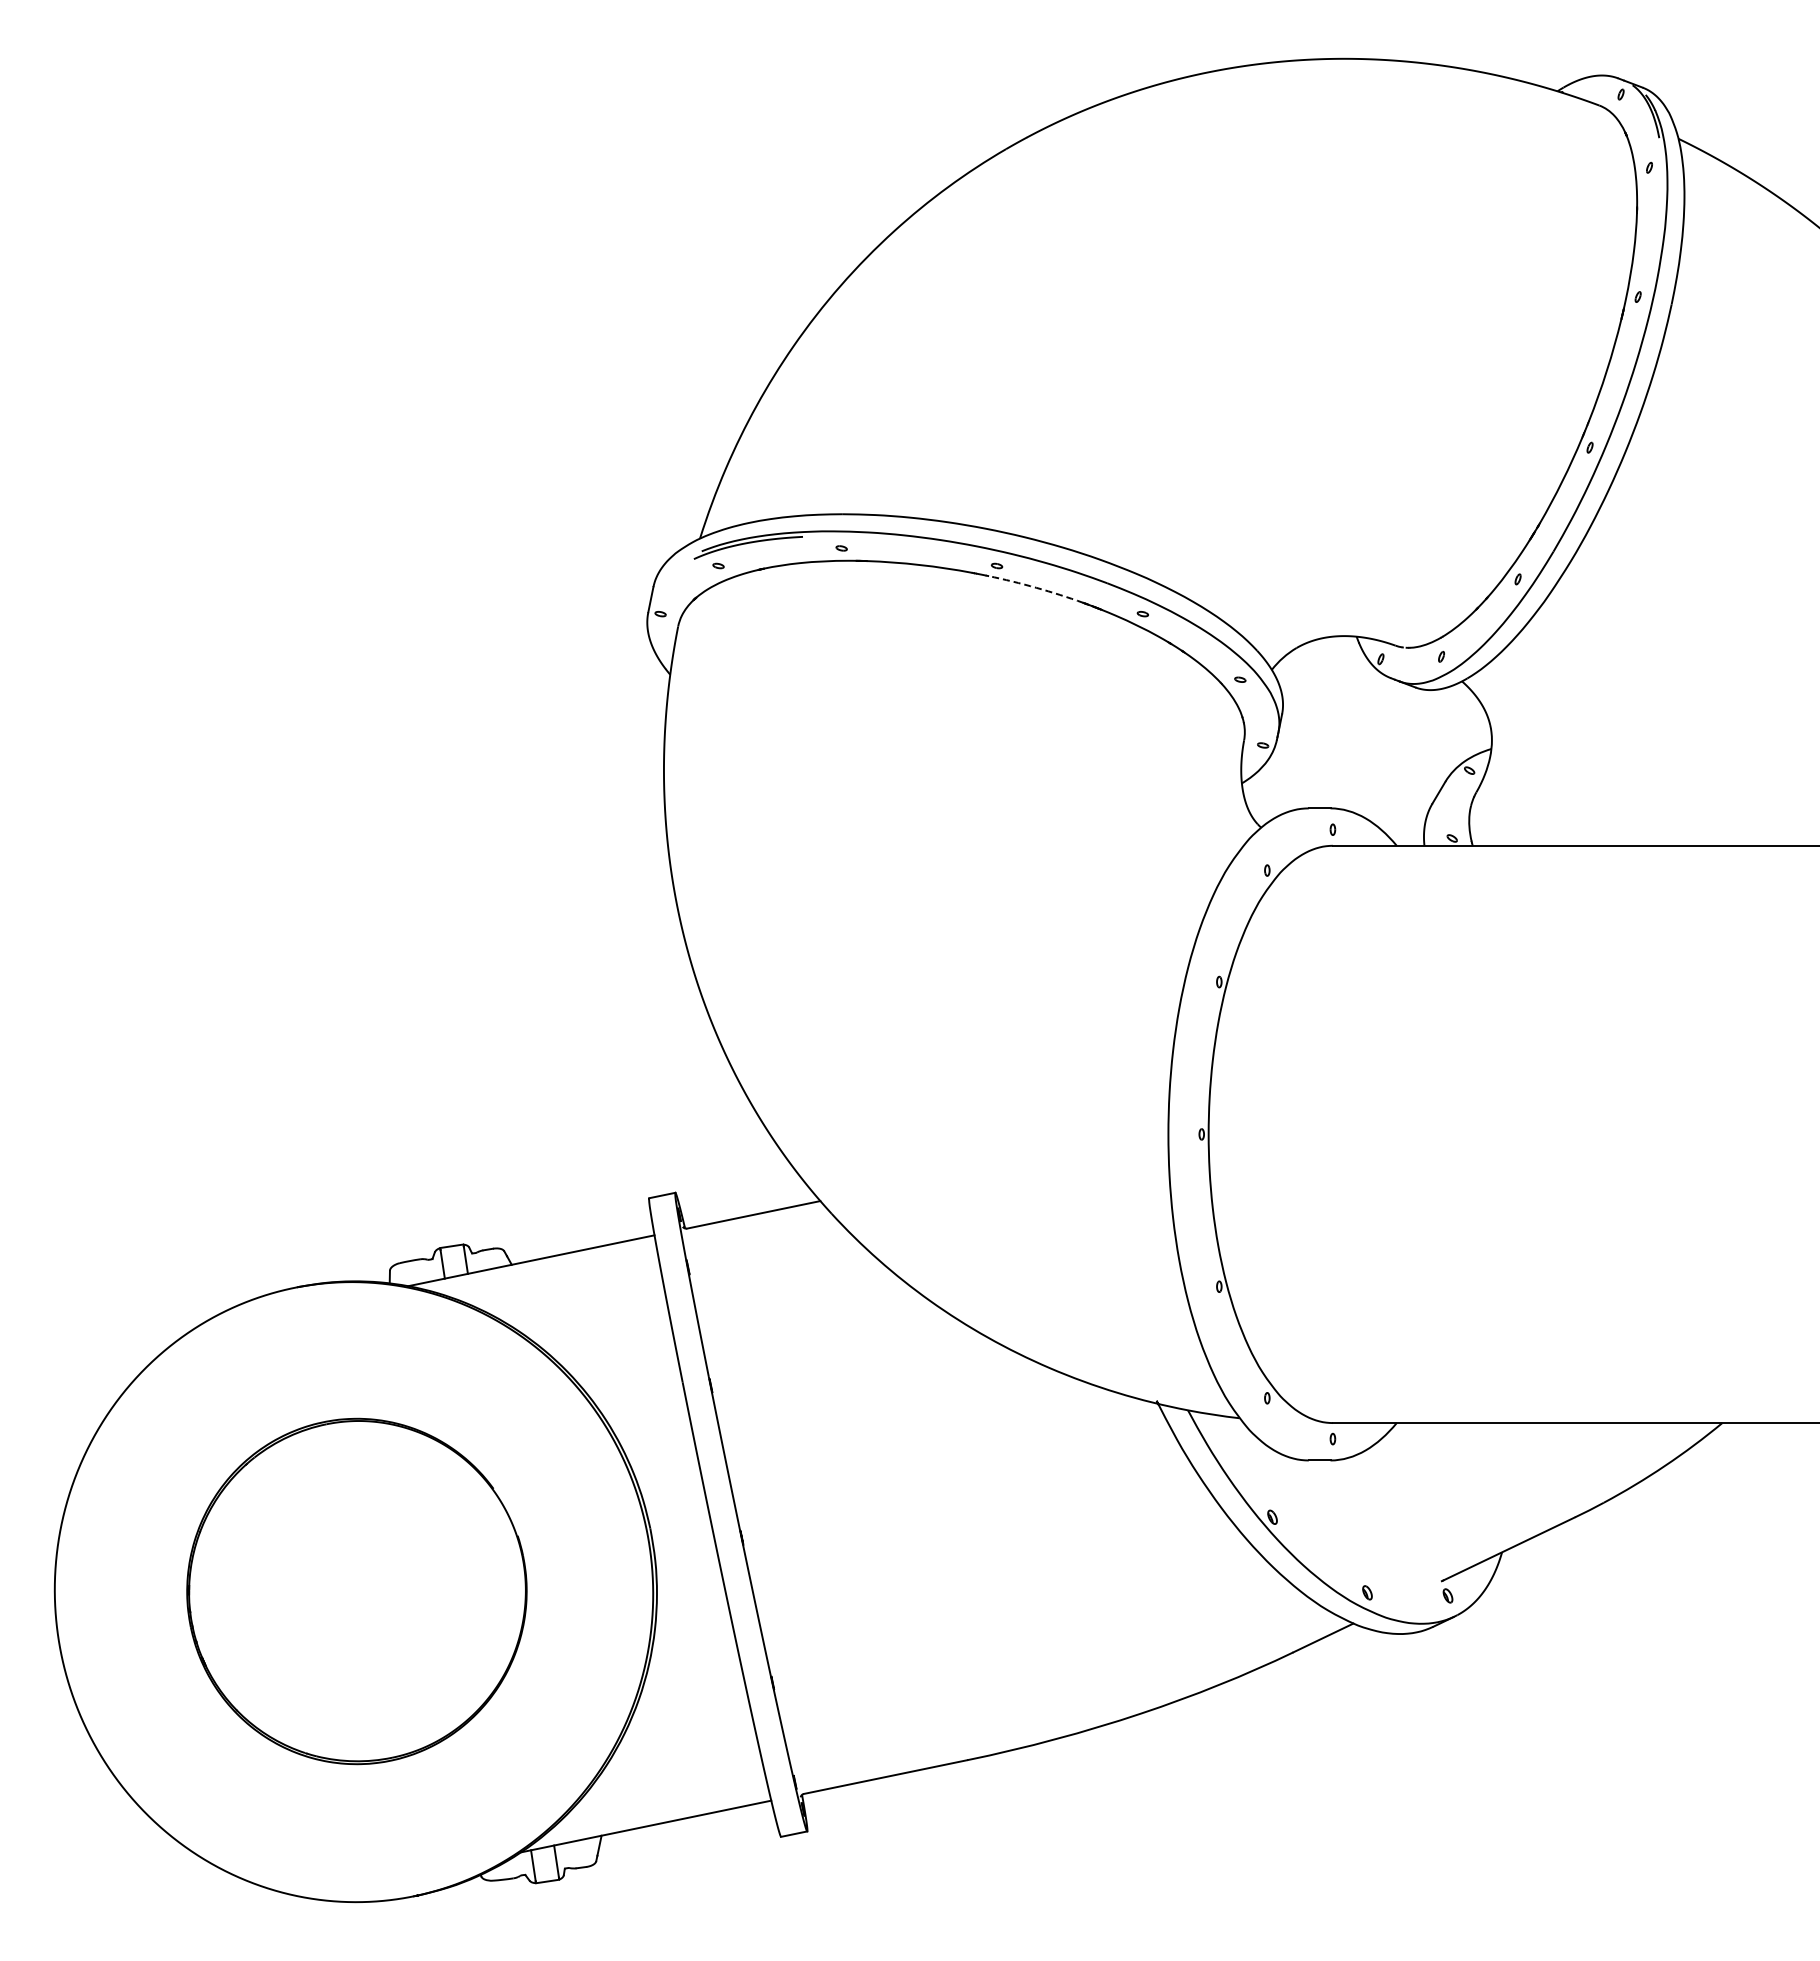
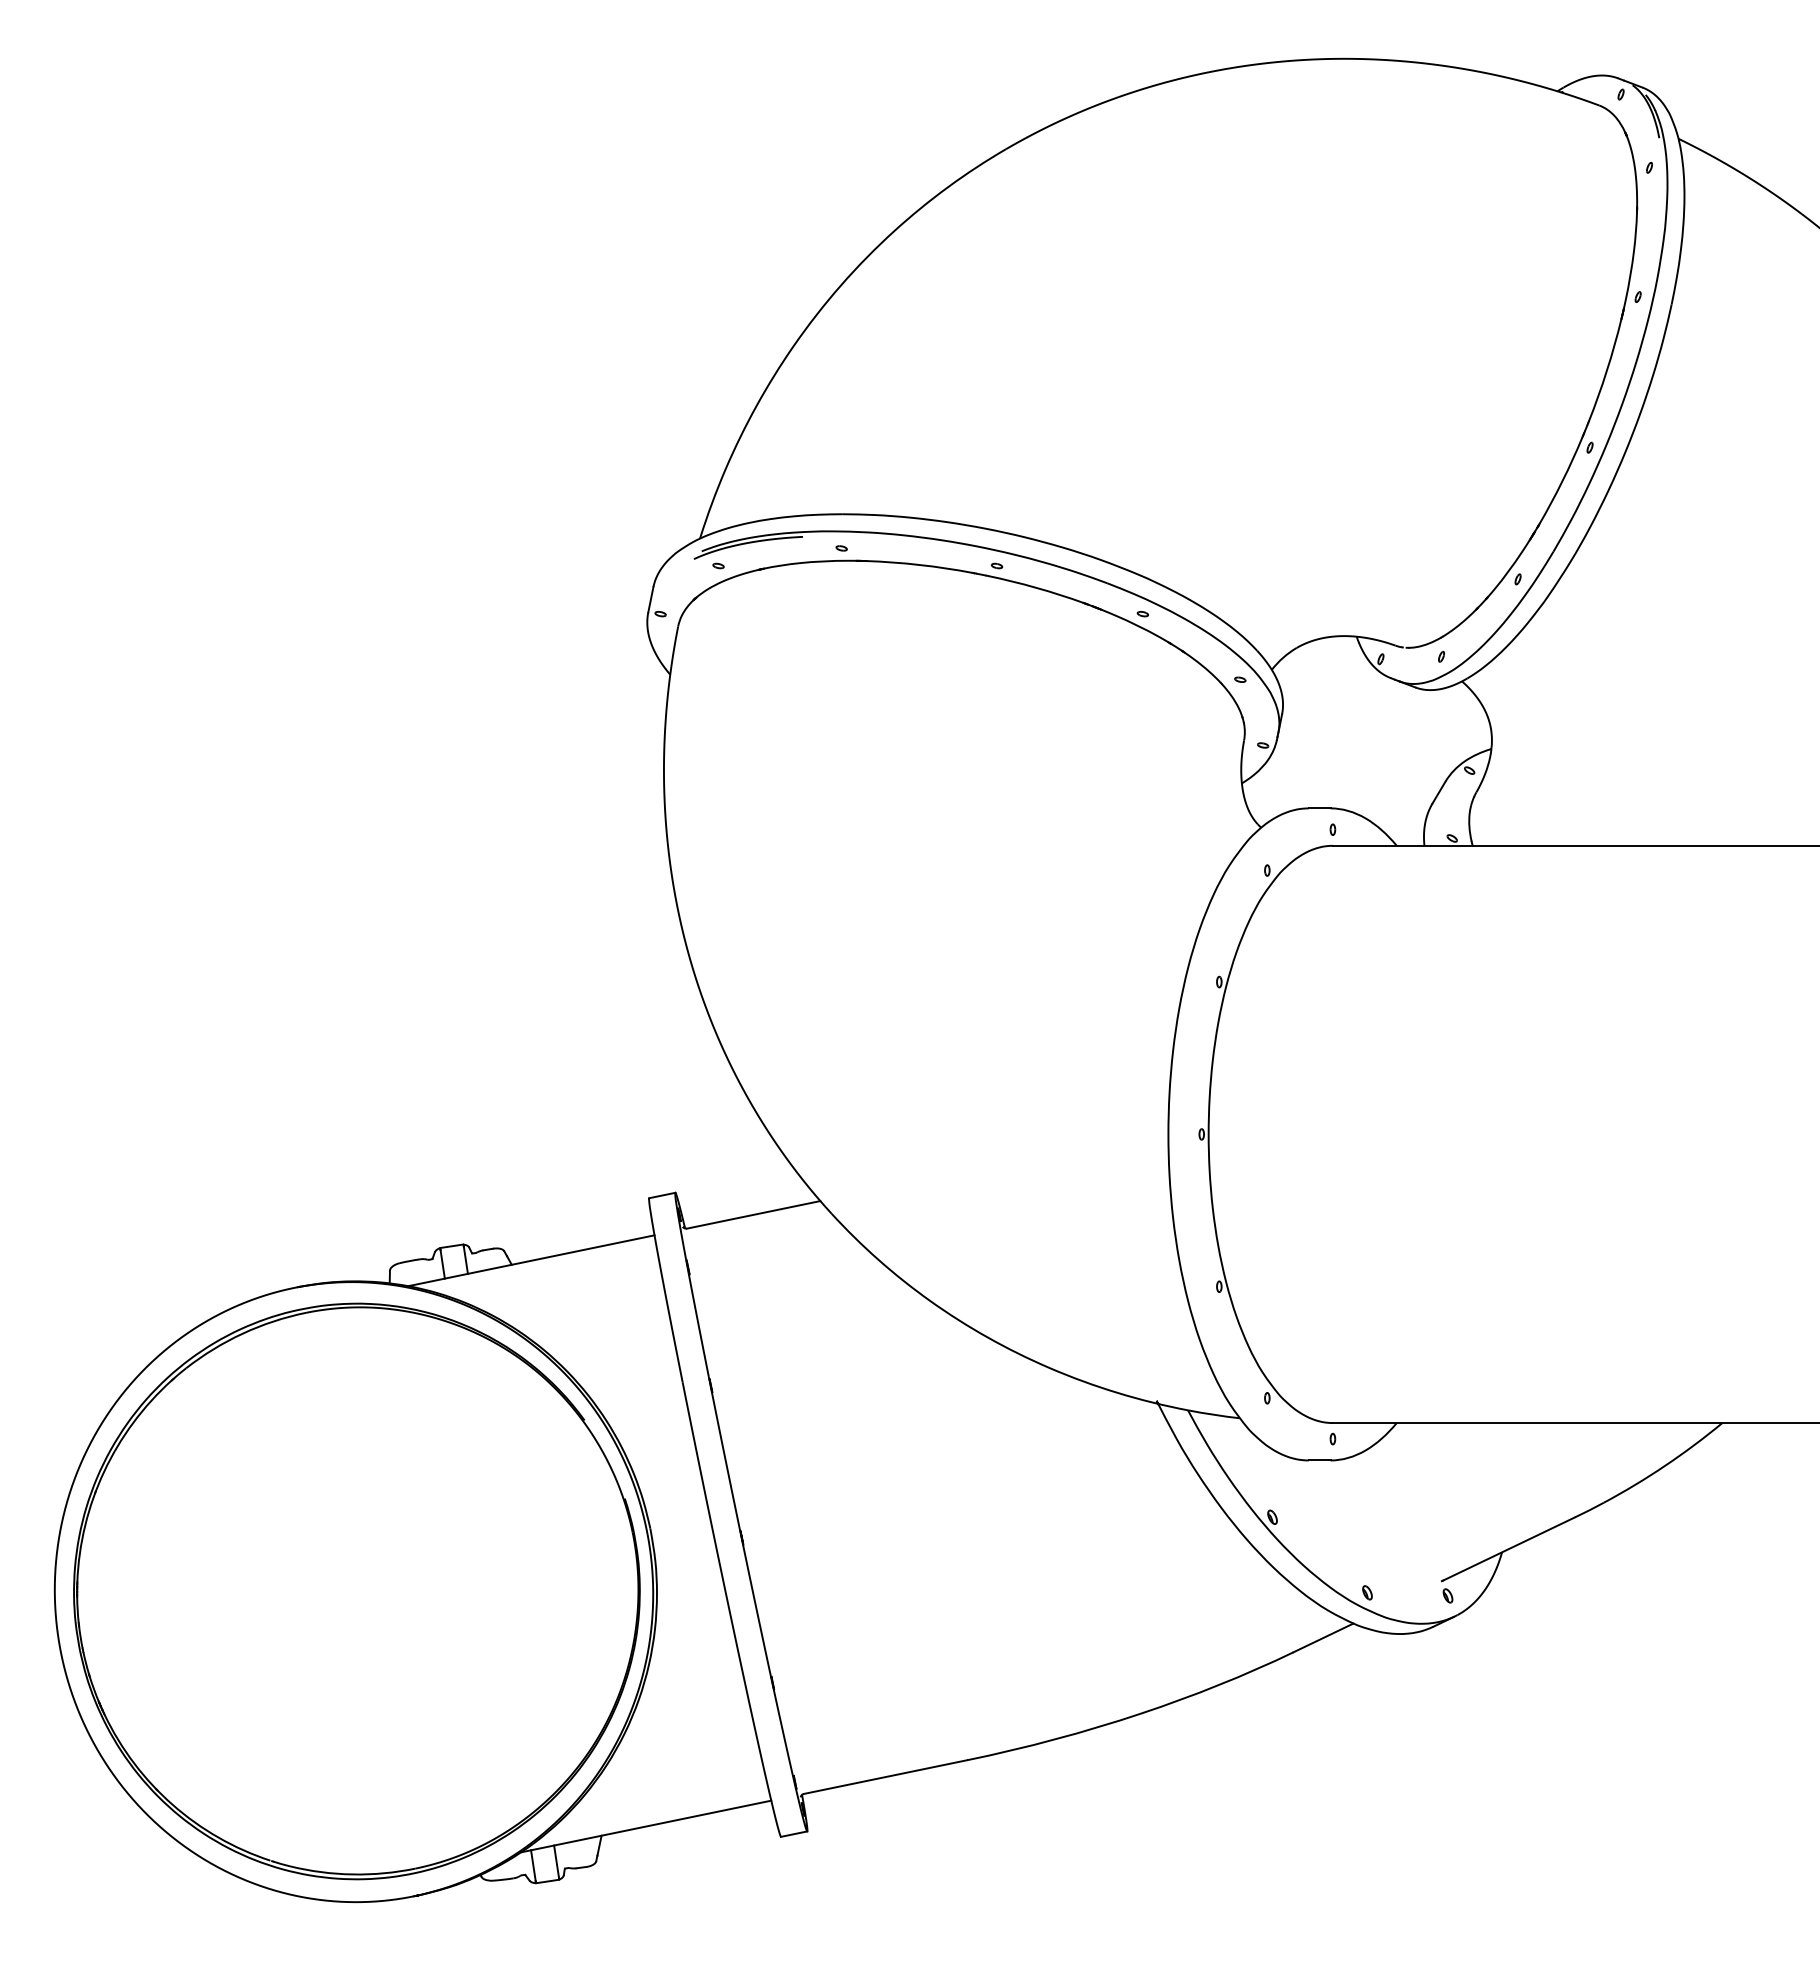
arc at (1036, 587): dashed -> solid
part at (356, 1591) size: 342x349 px -> 568x579 px
